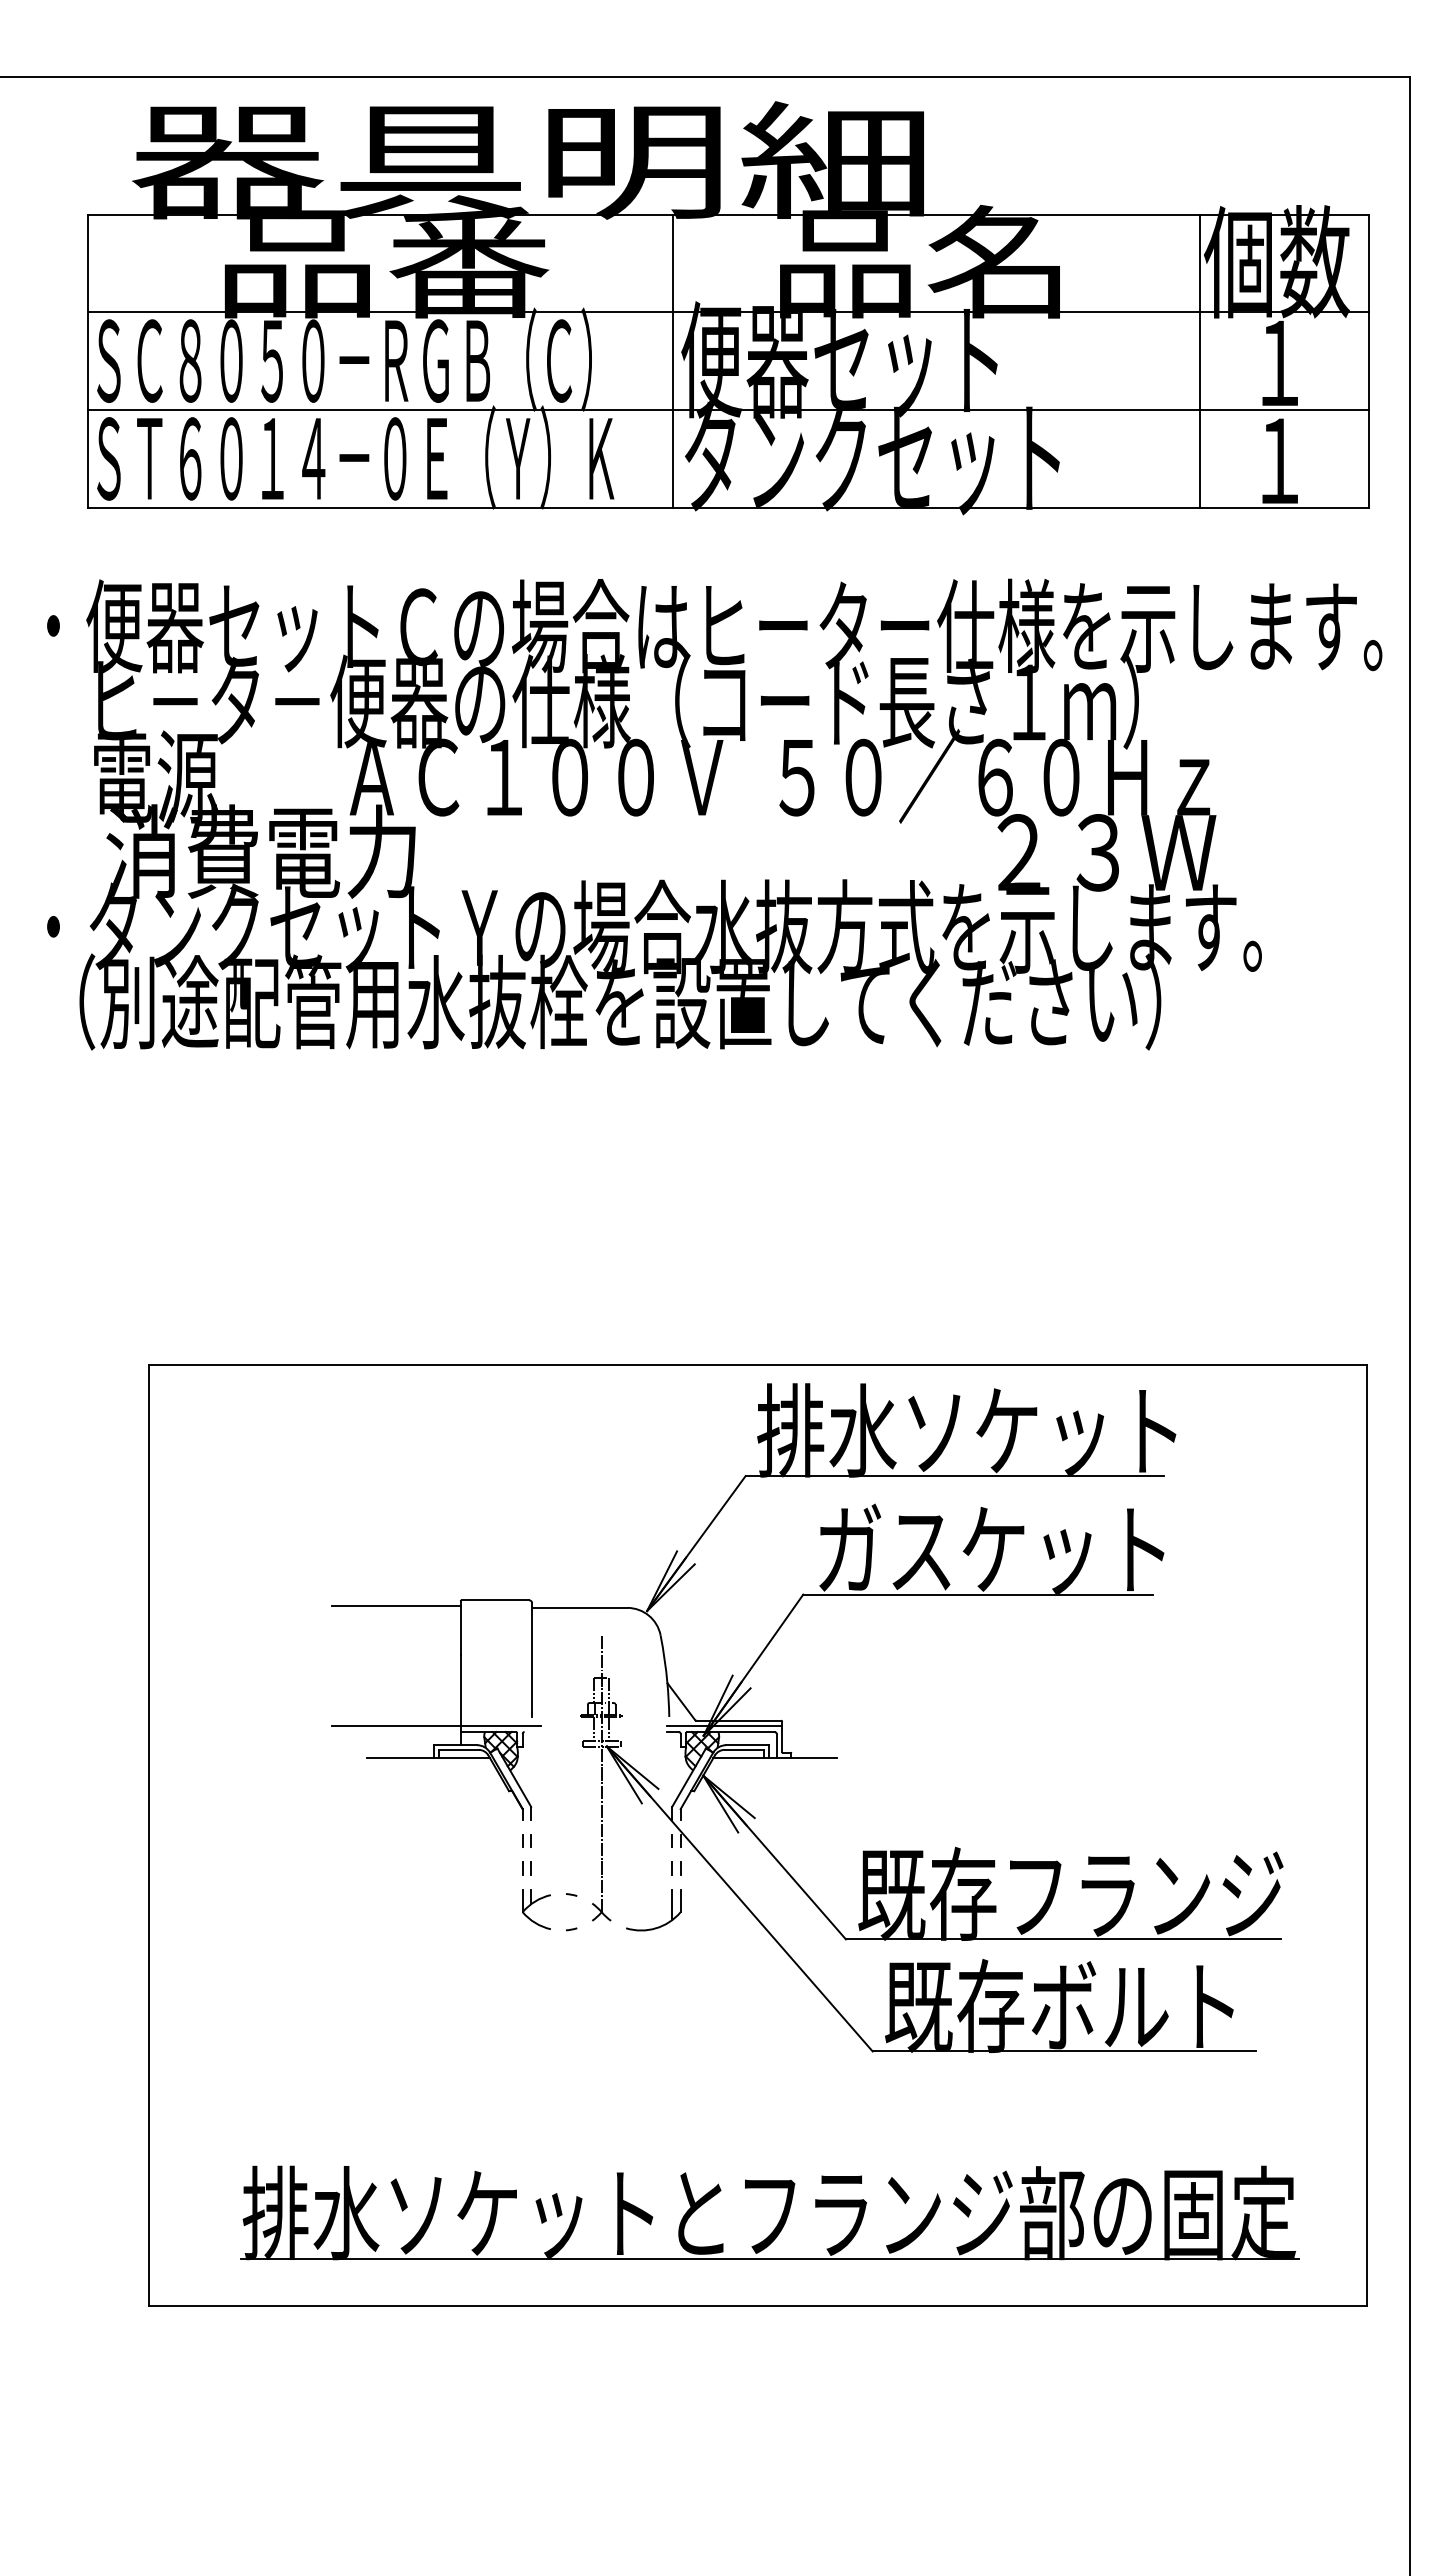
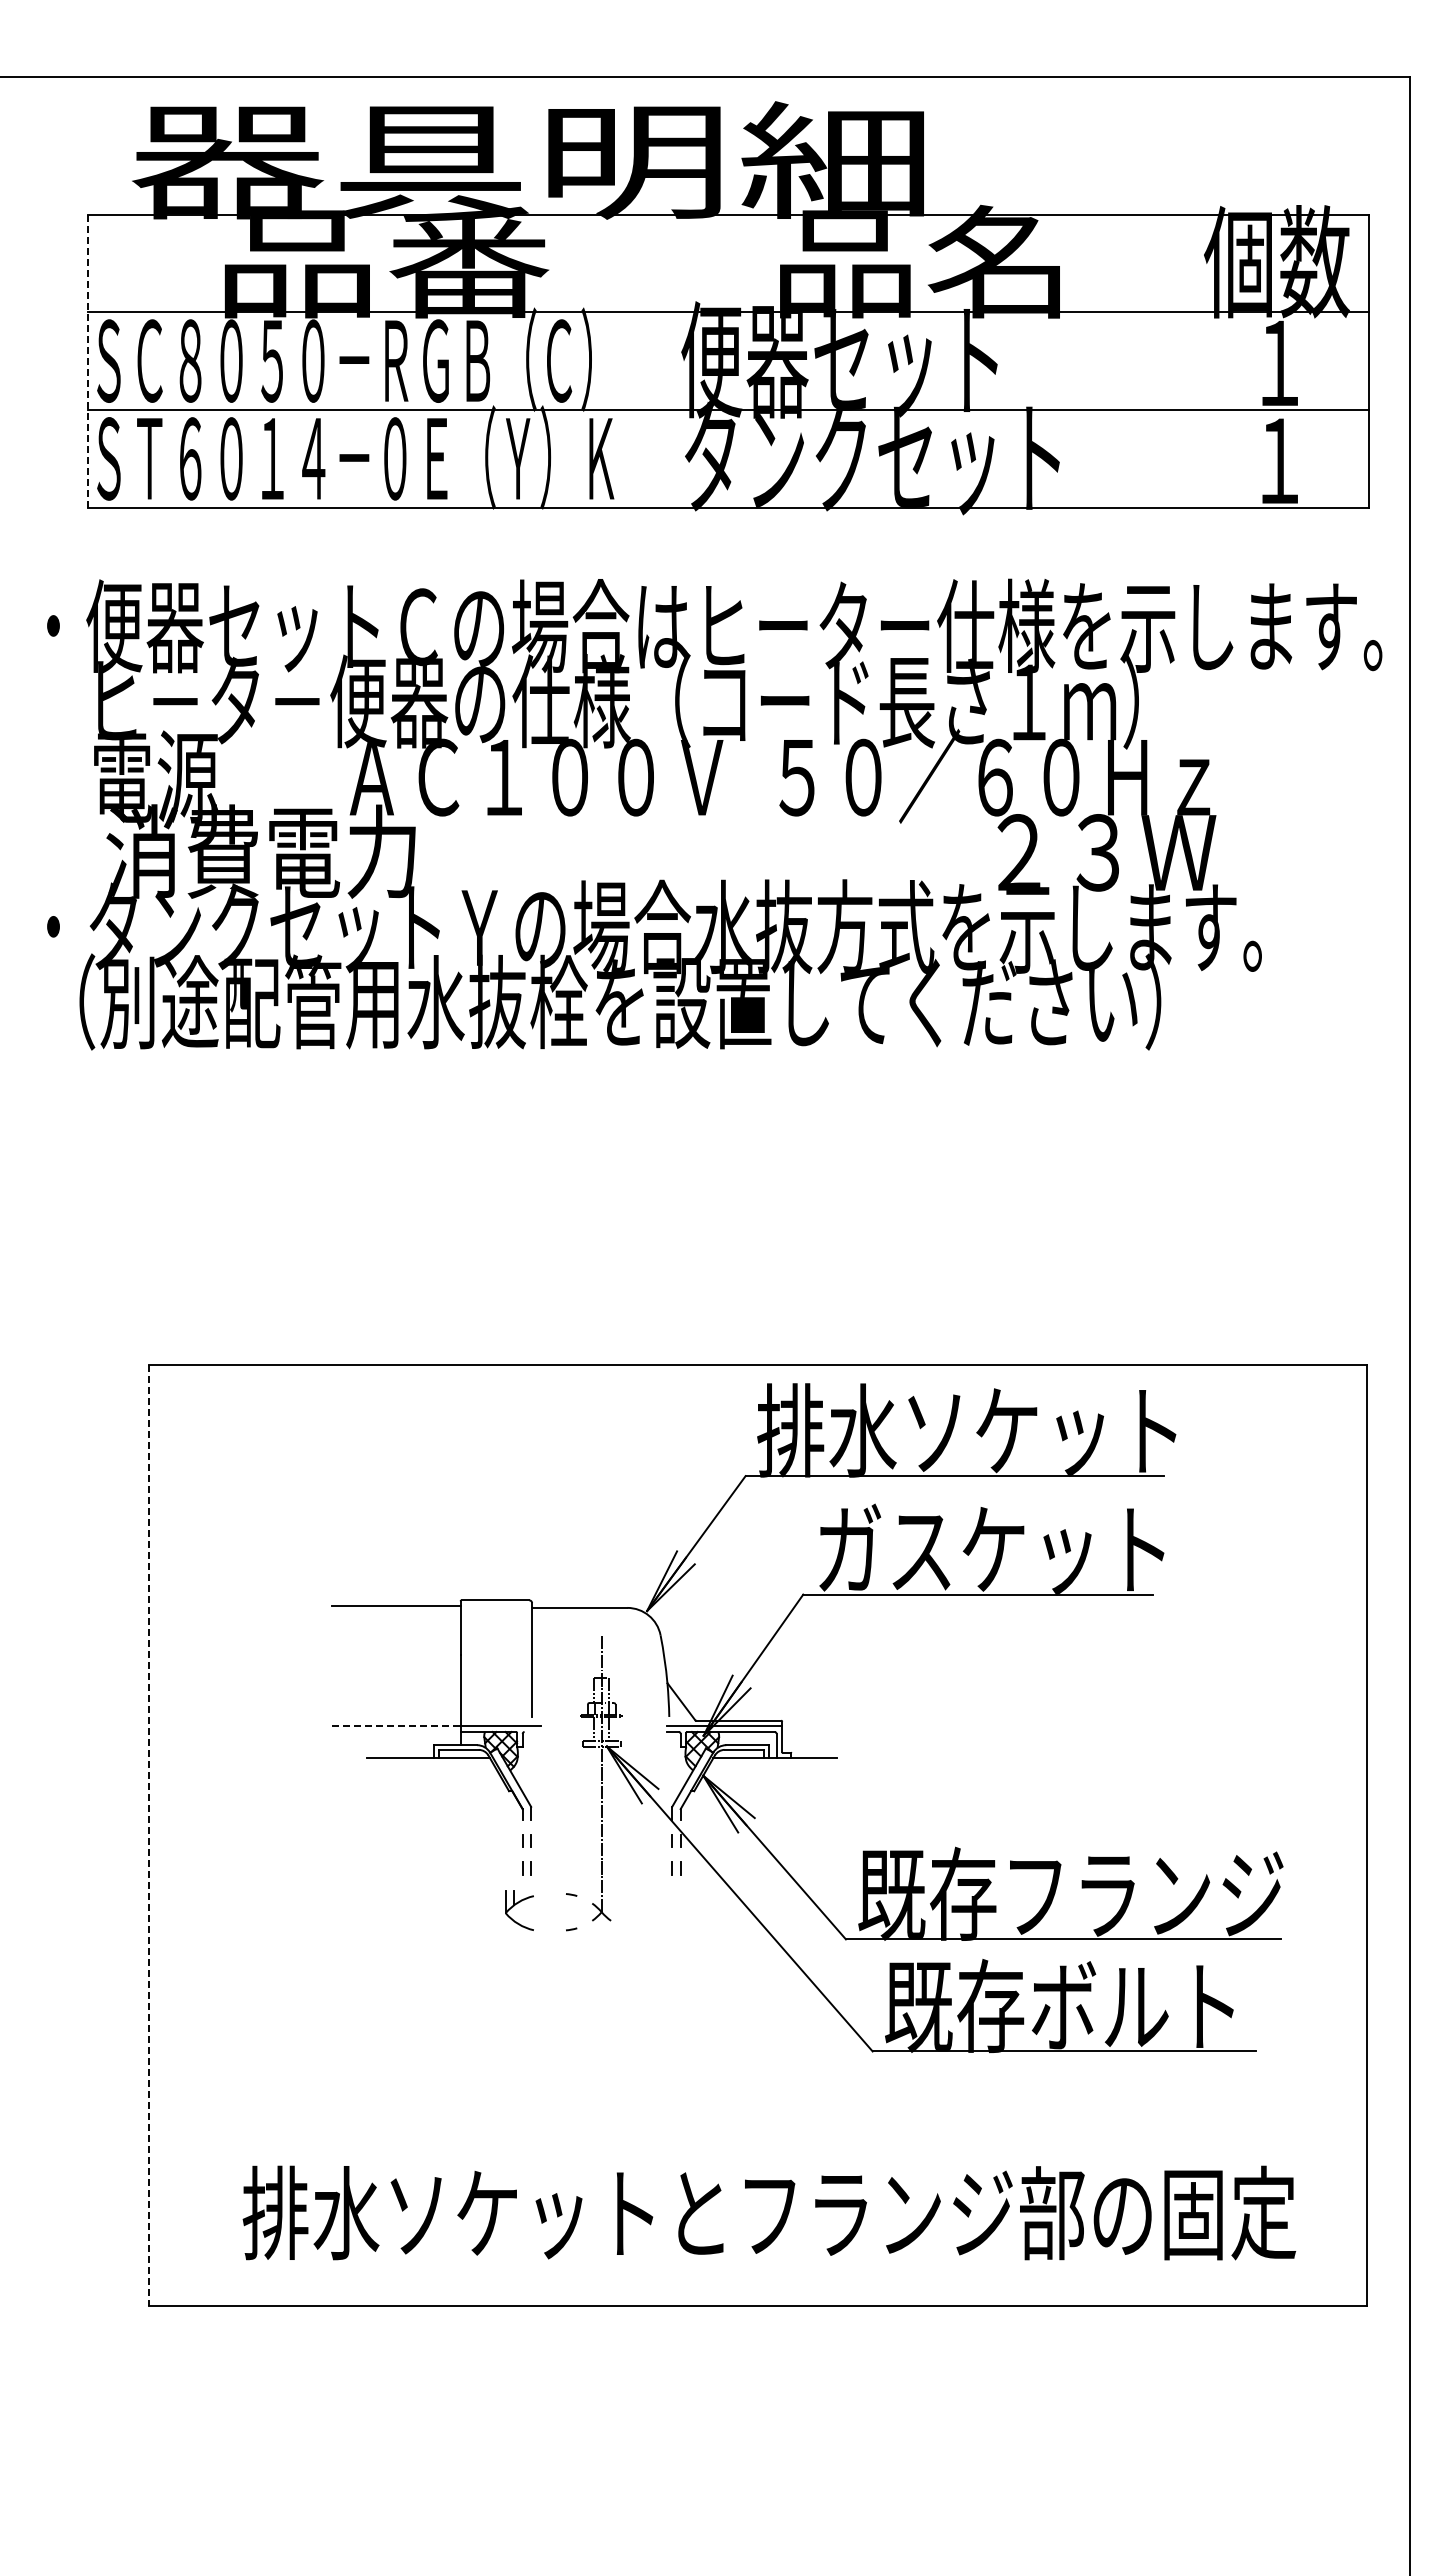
line at (673, 360): present -> none
line at (1199, 360): present -> none
line at (88, 361): solid -> dashed
line at (396, 1726): solid -> dashed
line at (148, 1835): solid -> dashed
part at (534, 1903) position: (534, 1903) -> (517, 1904)
part at (657, 1926): present -> none
line at (769, 2258): present -> none
